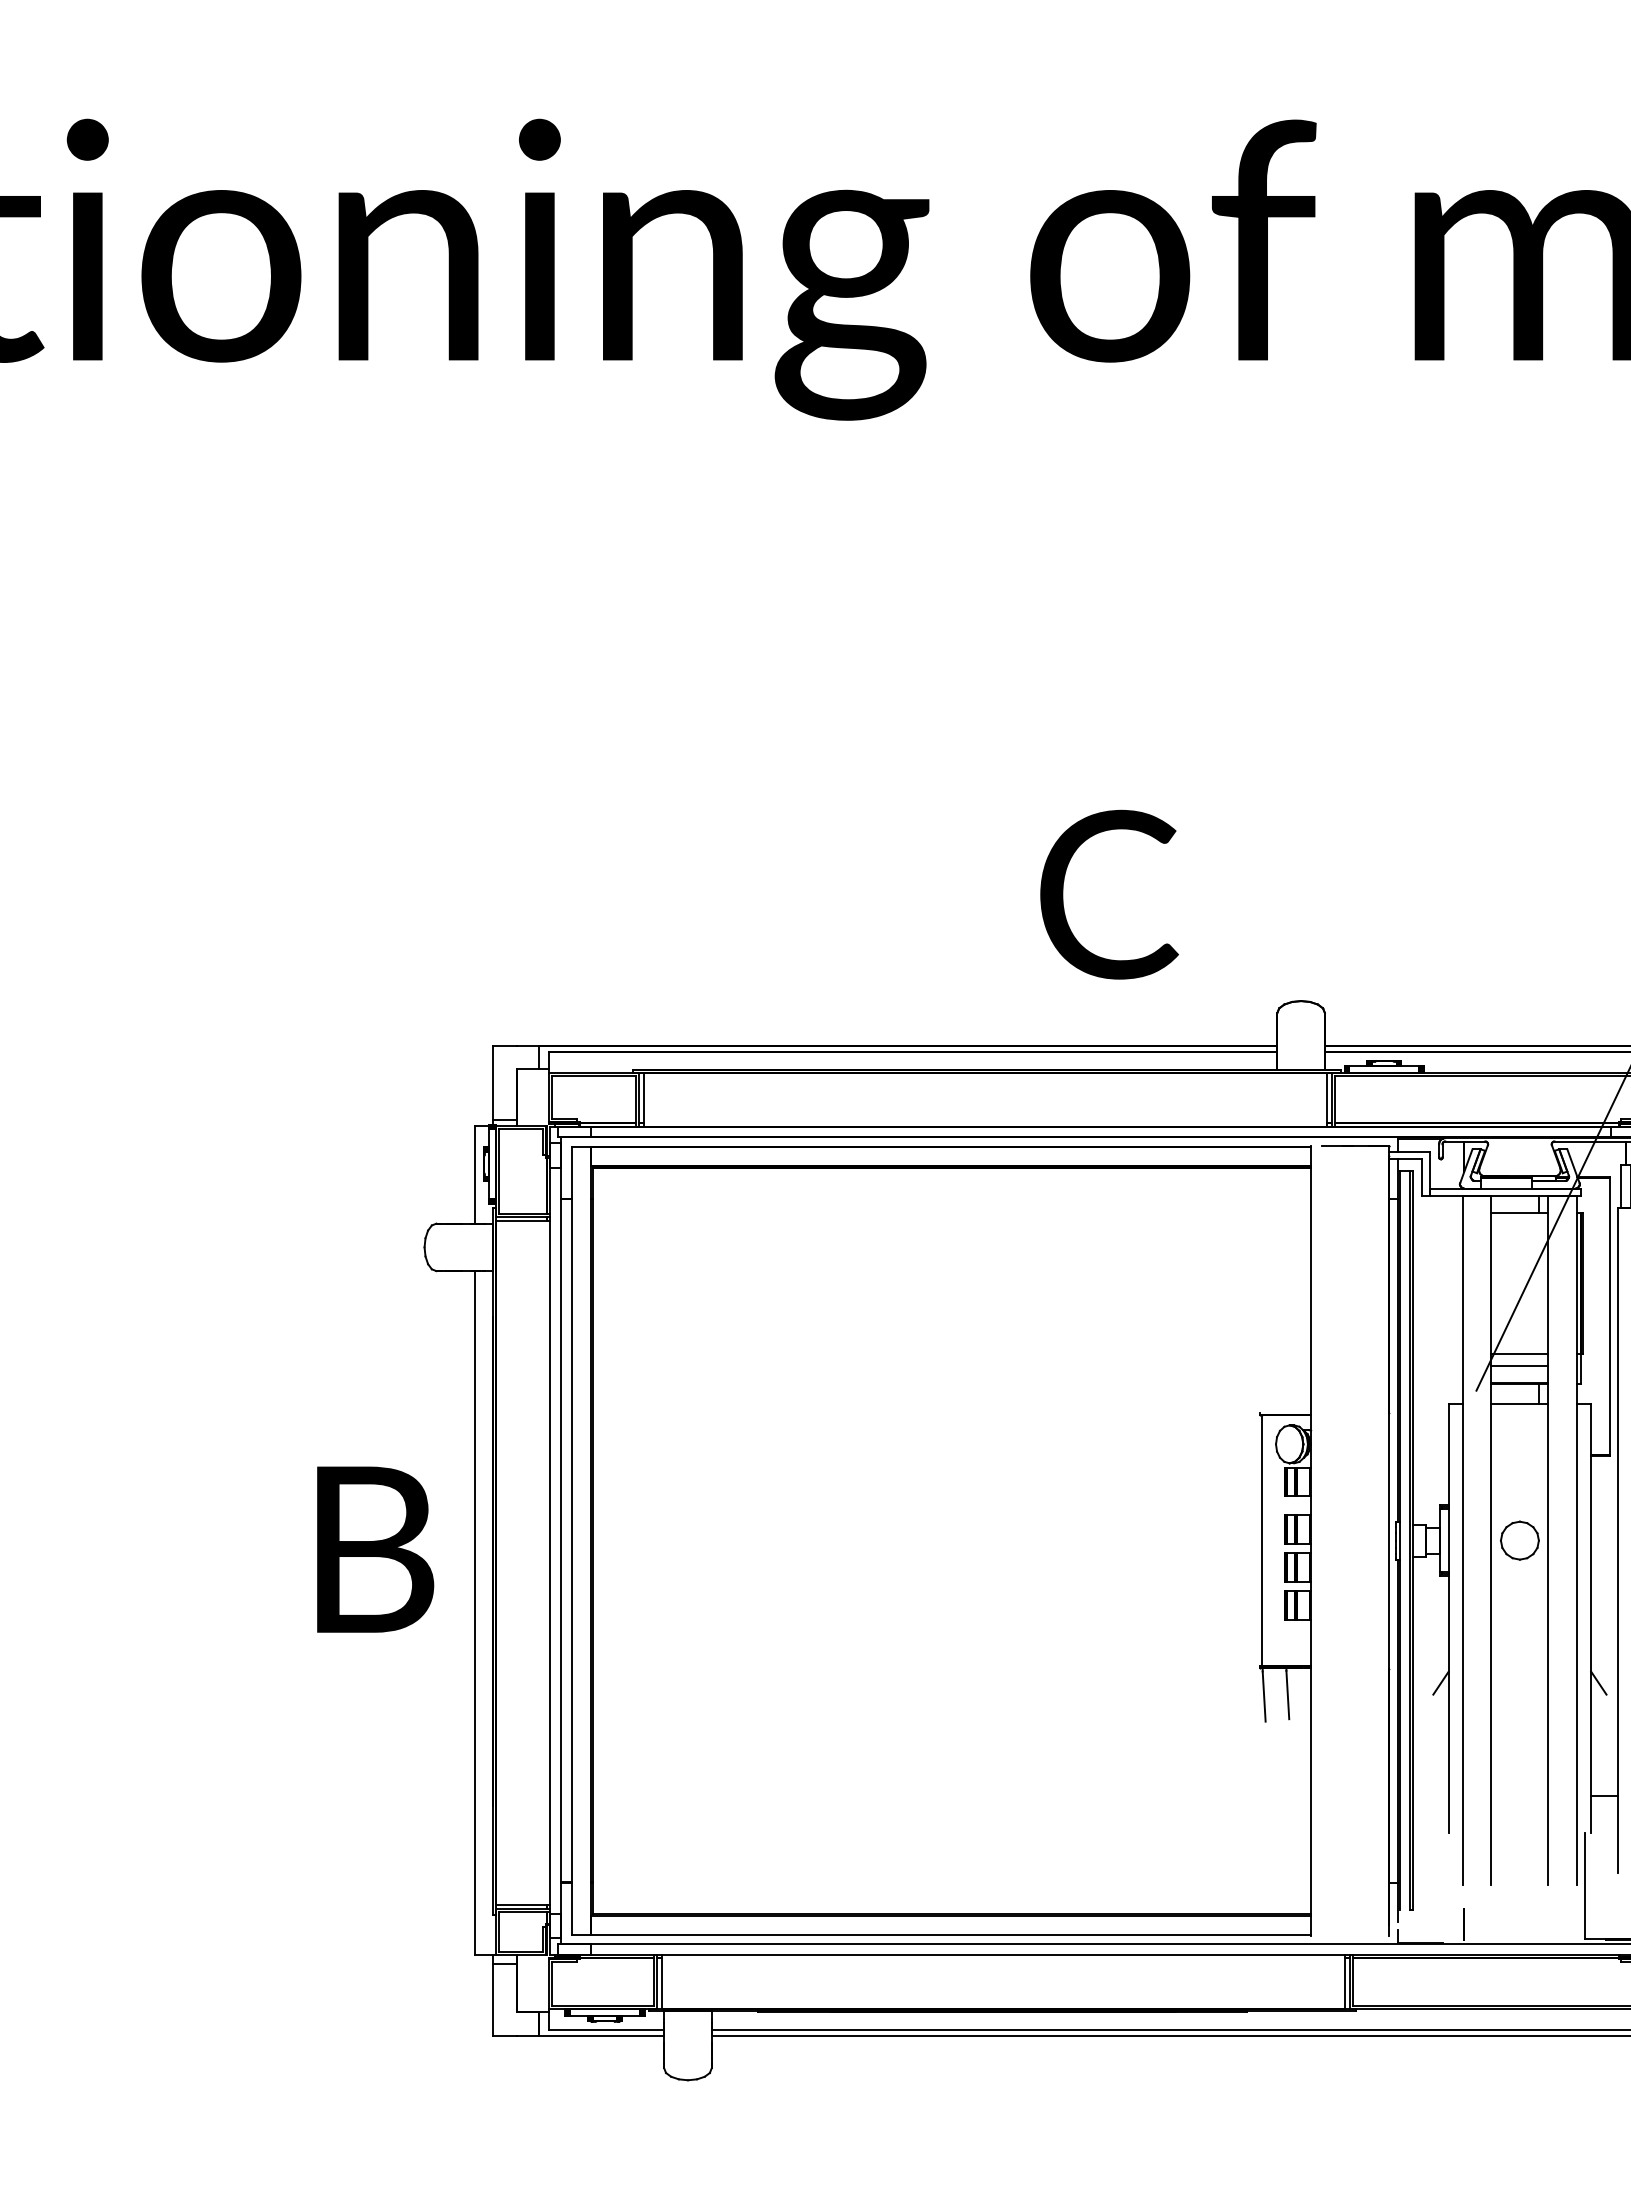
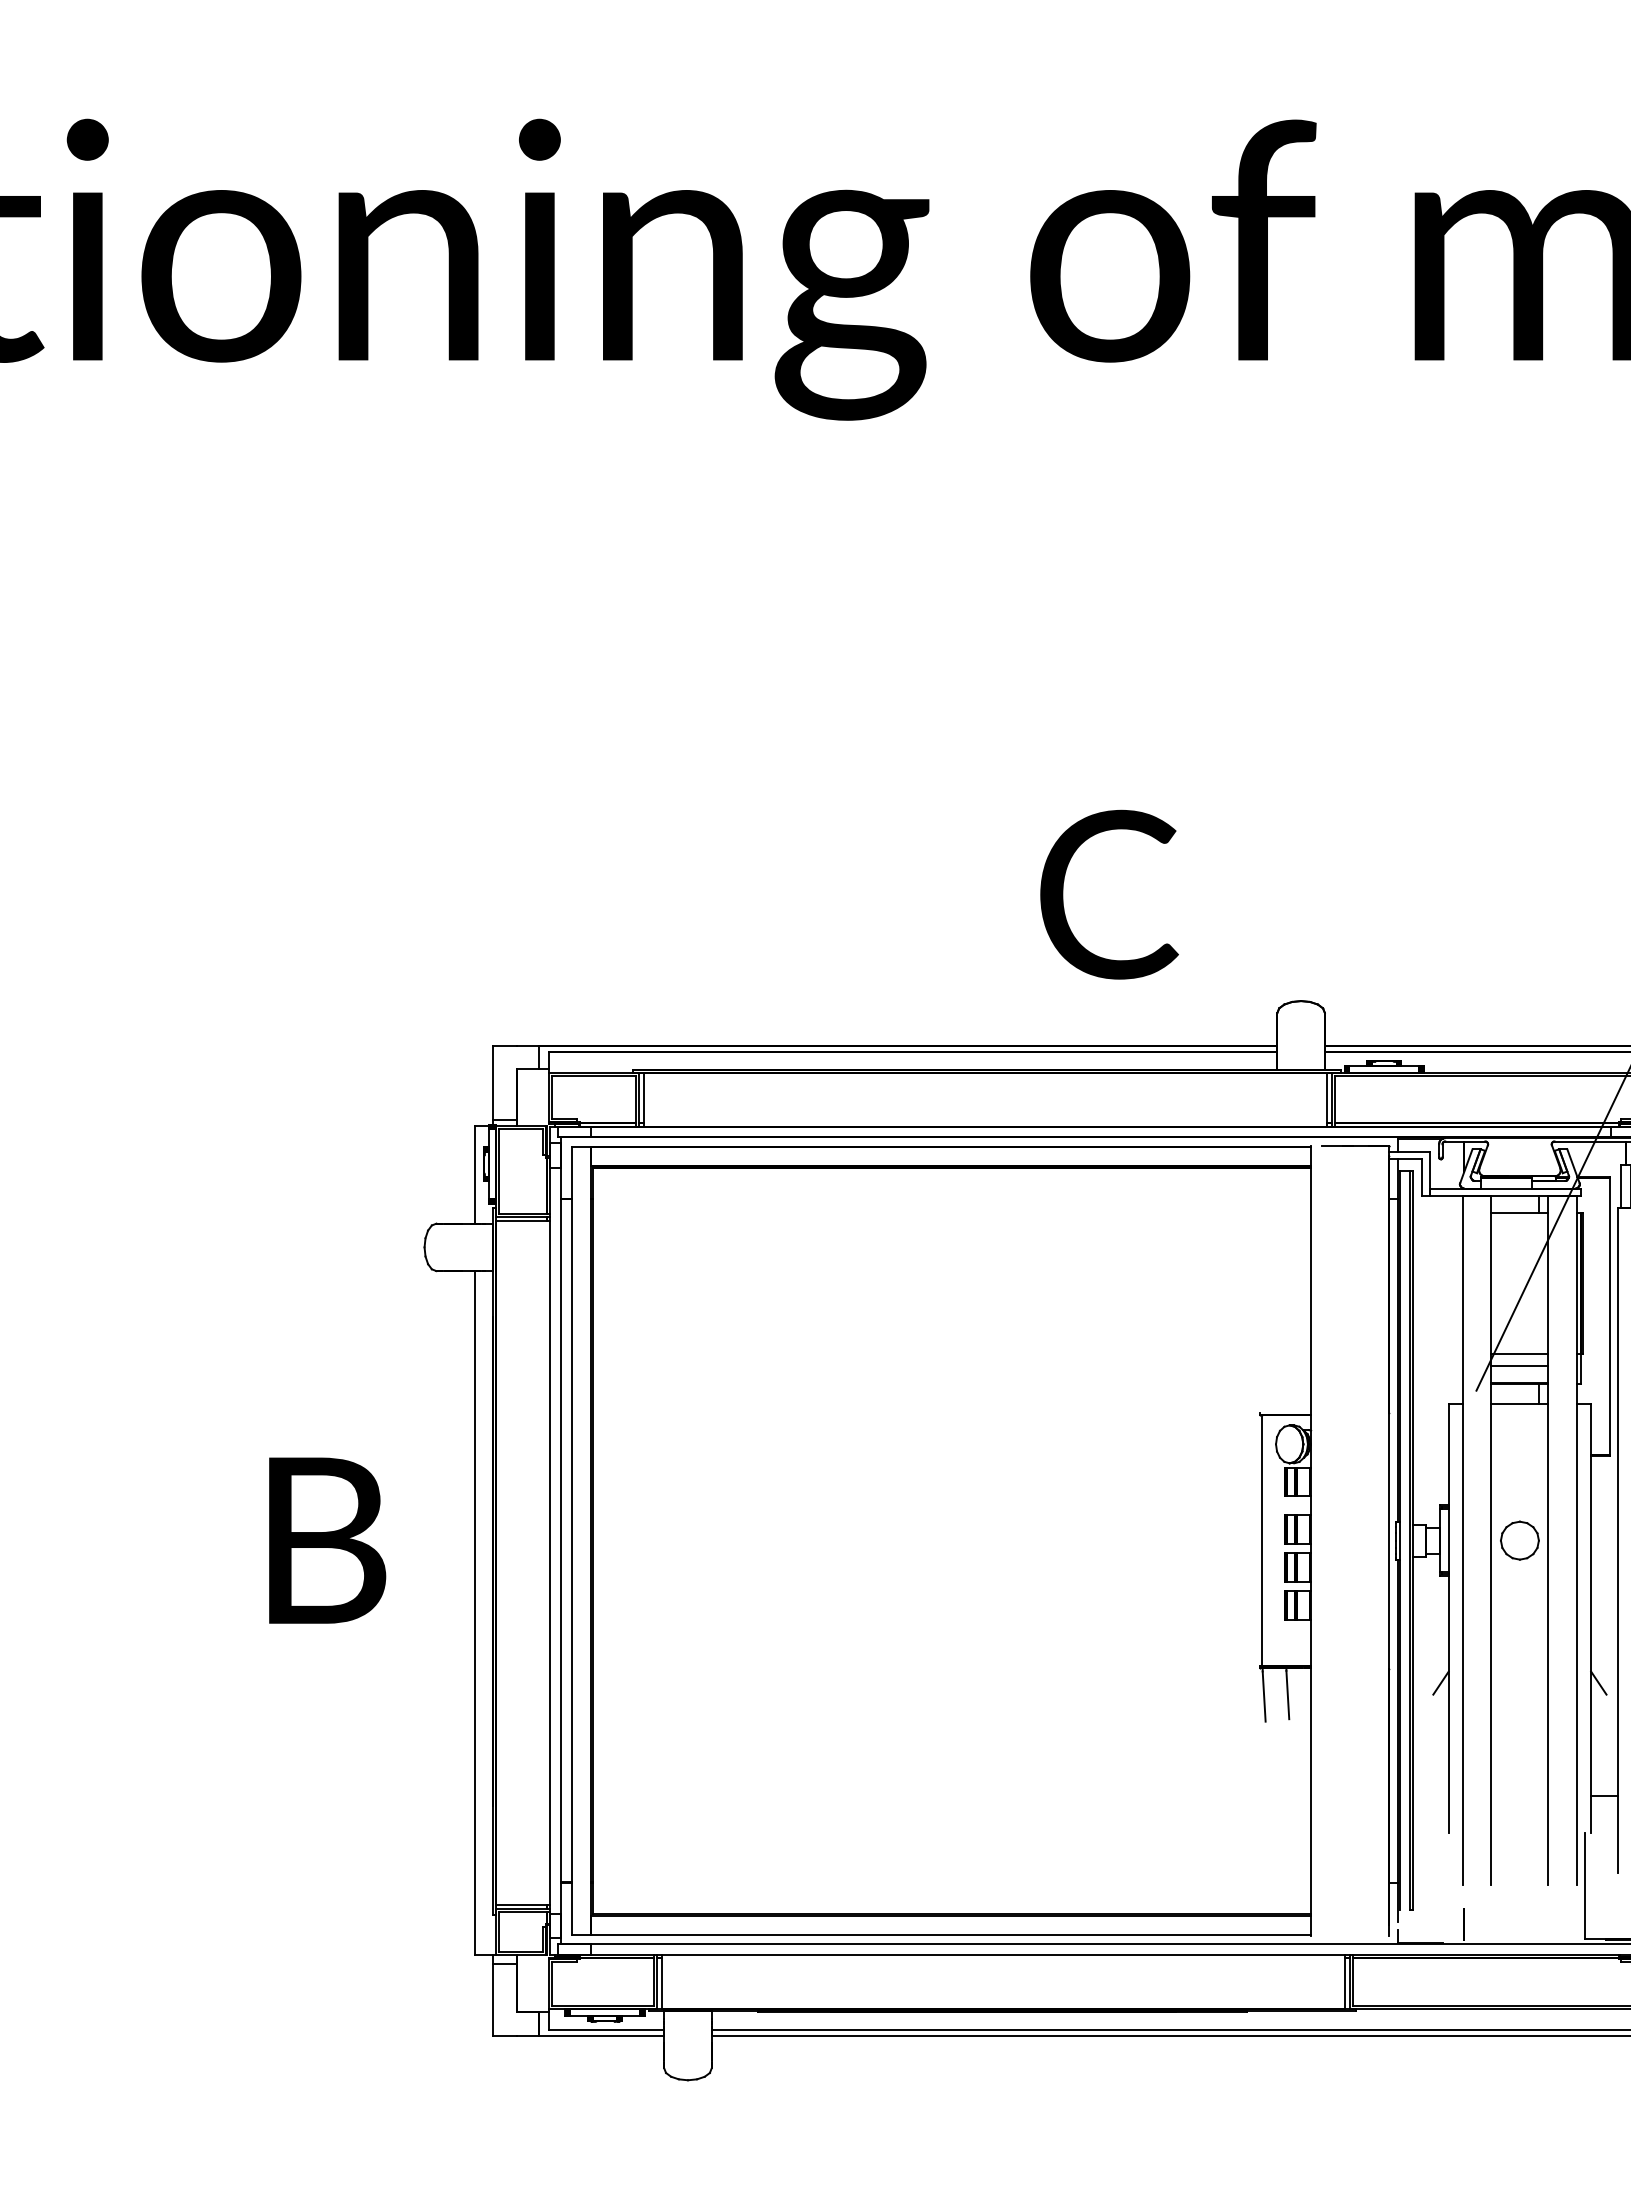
text at (375, 1549) position: (375, 1549) -> (327, 1540)
